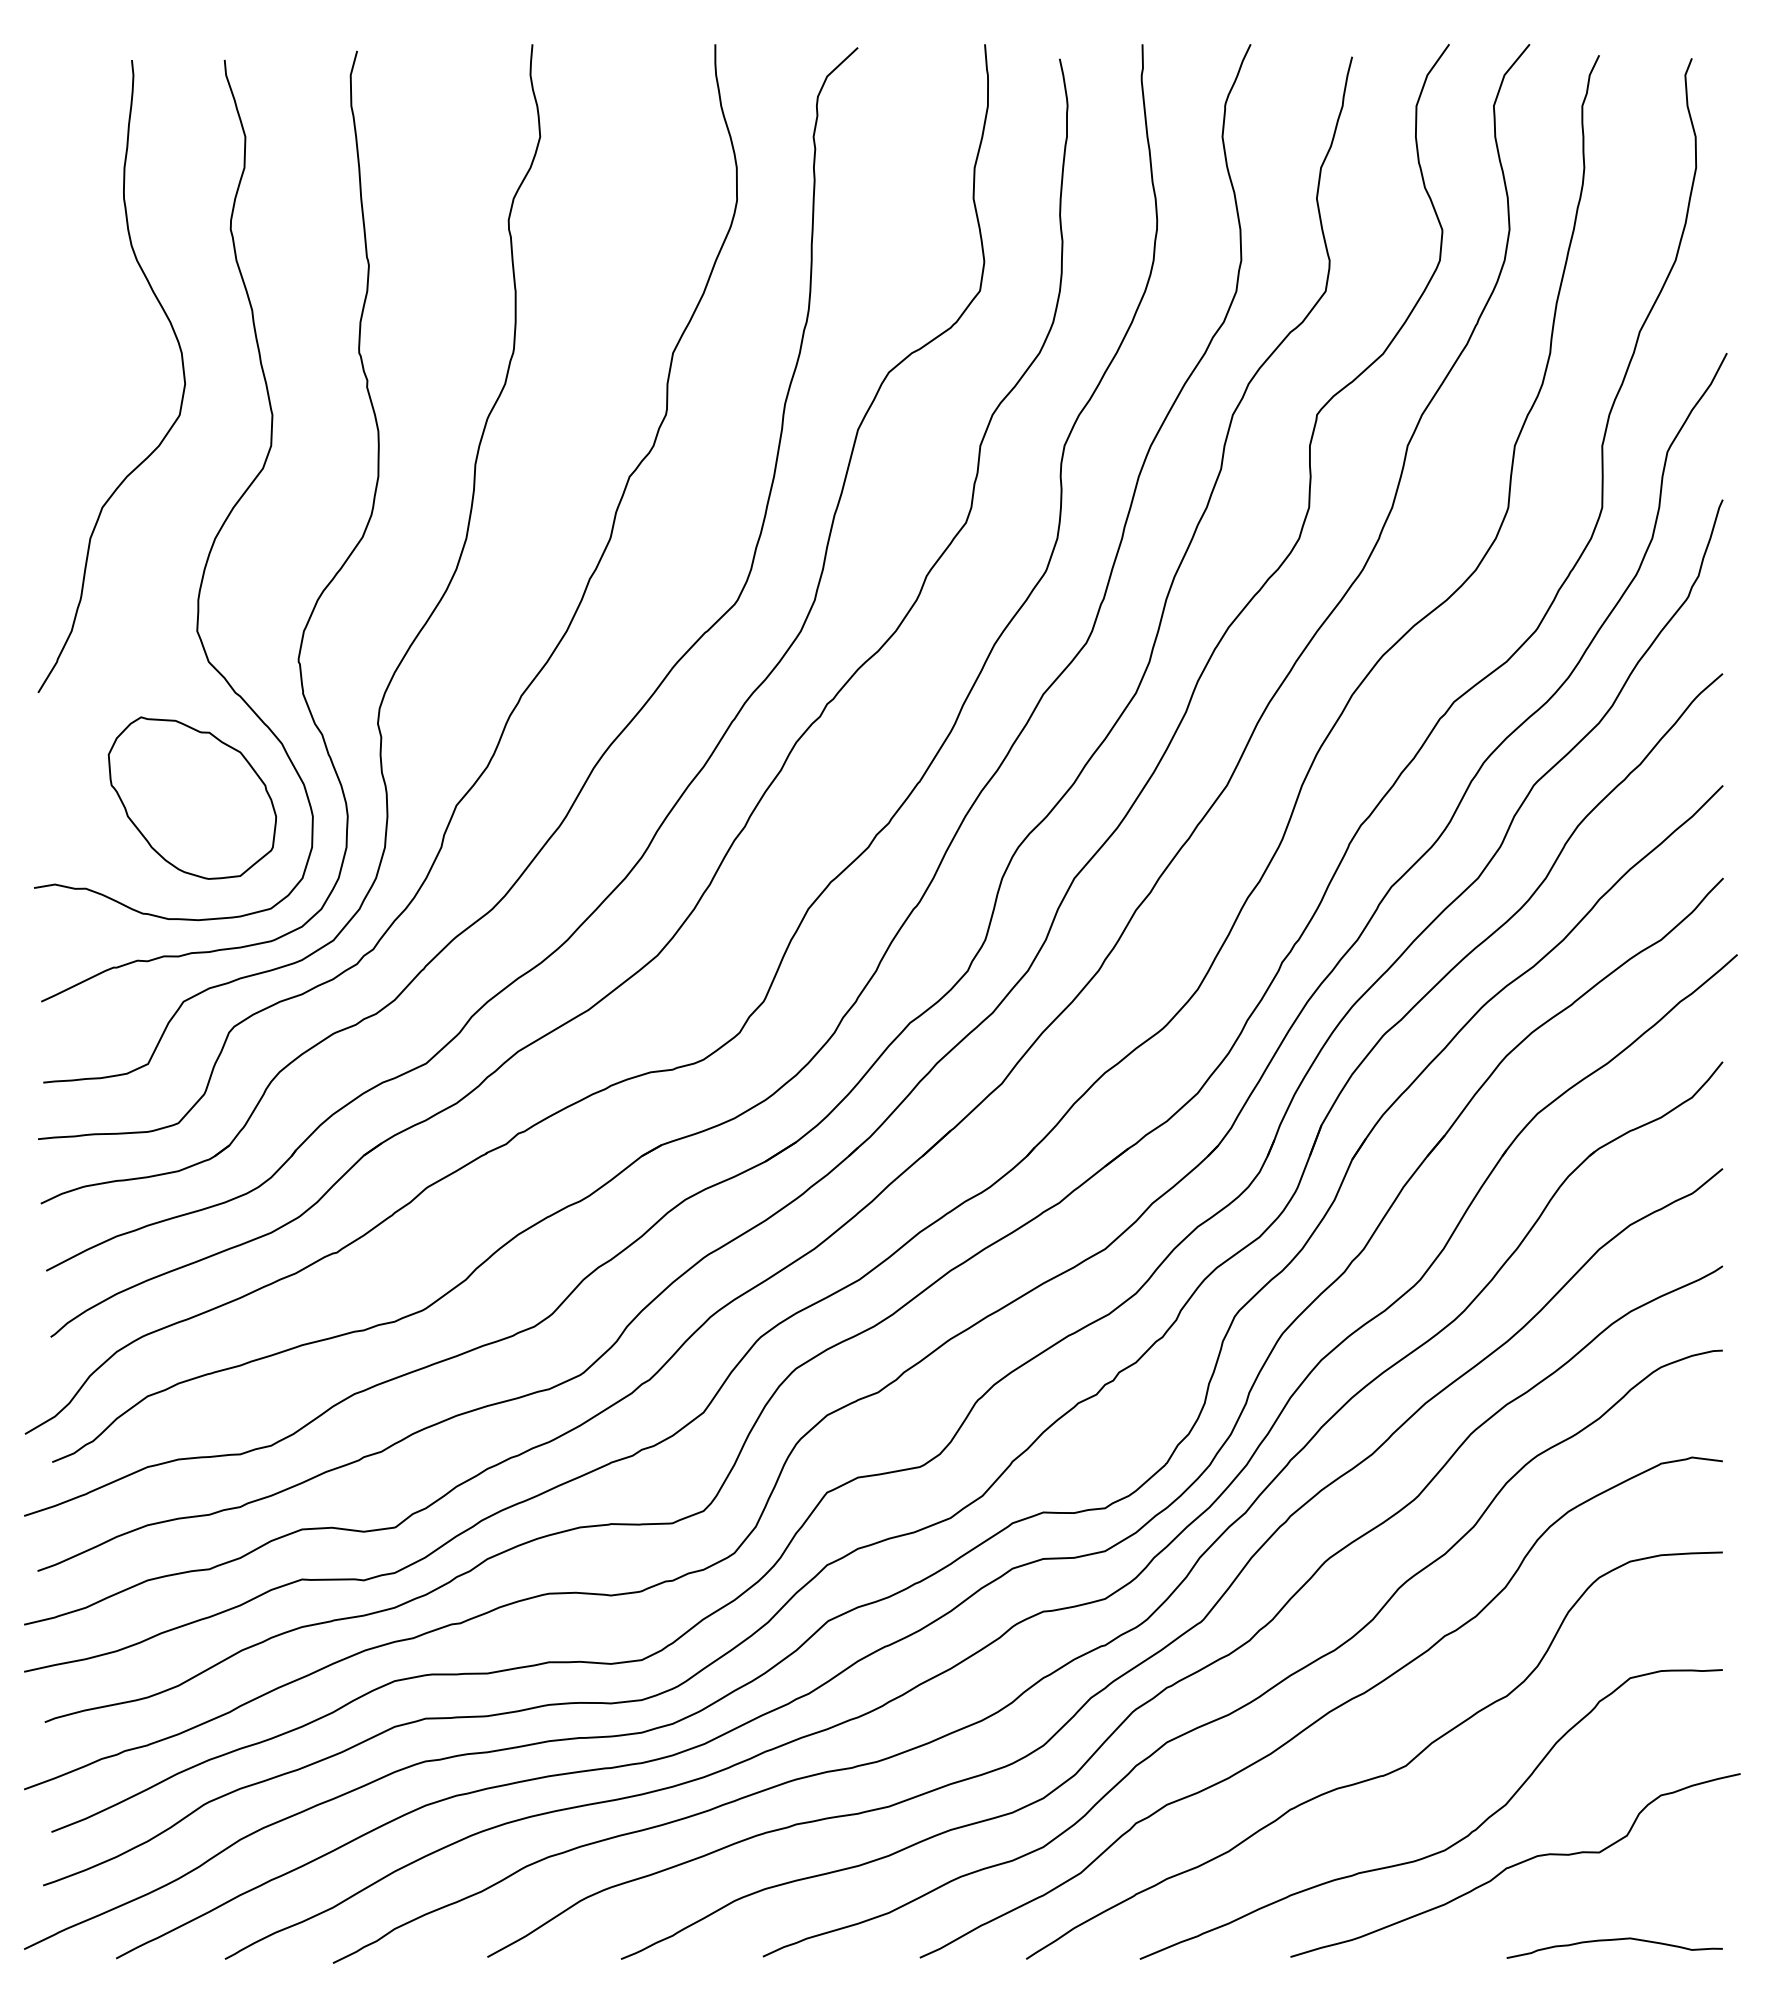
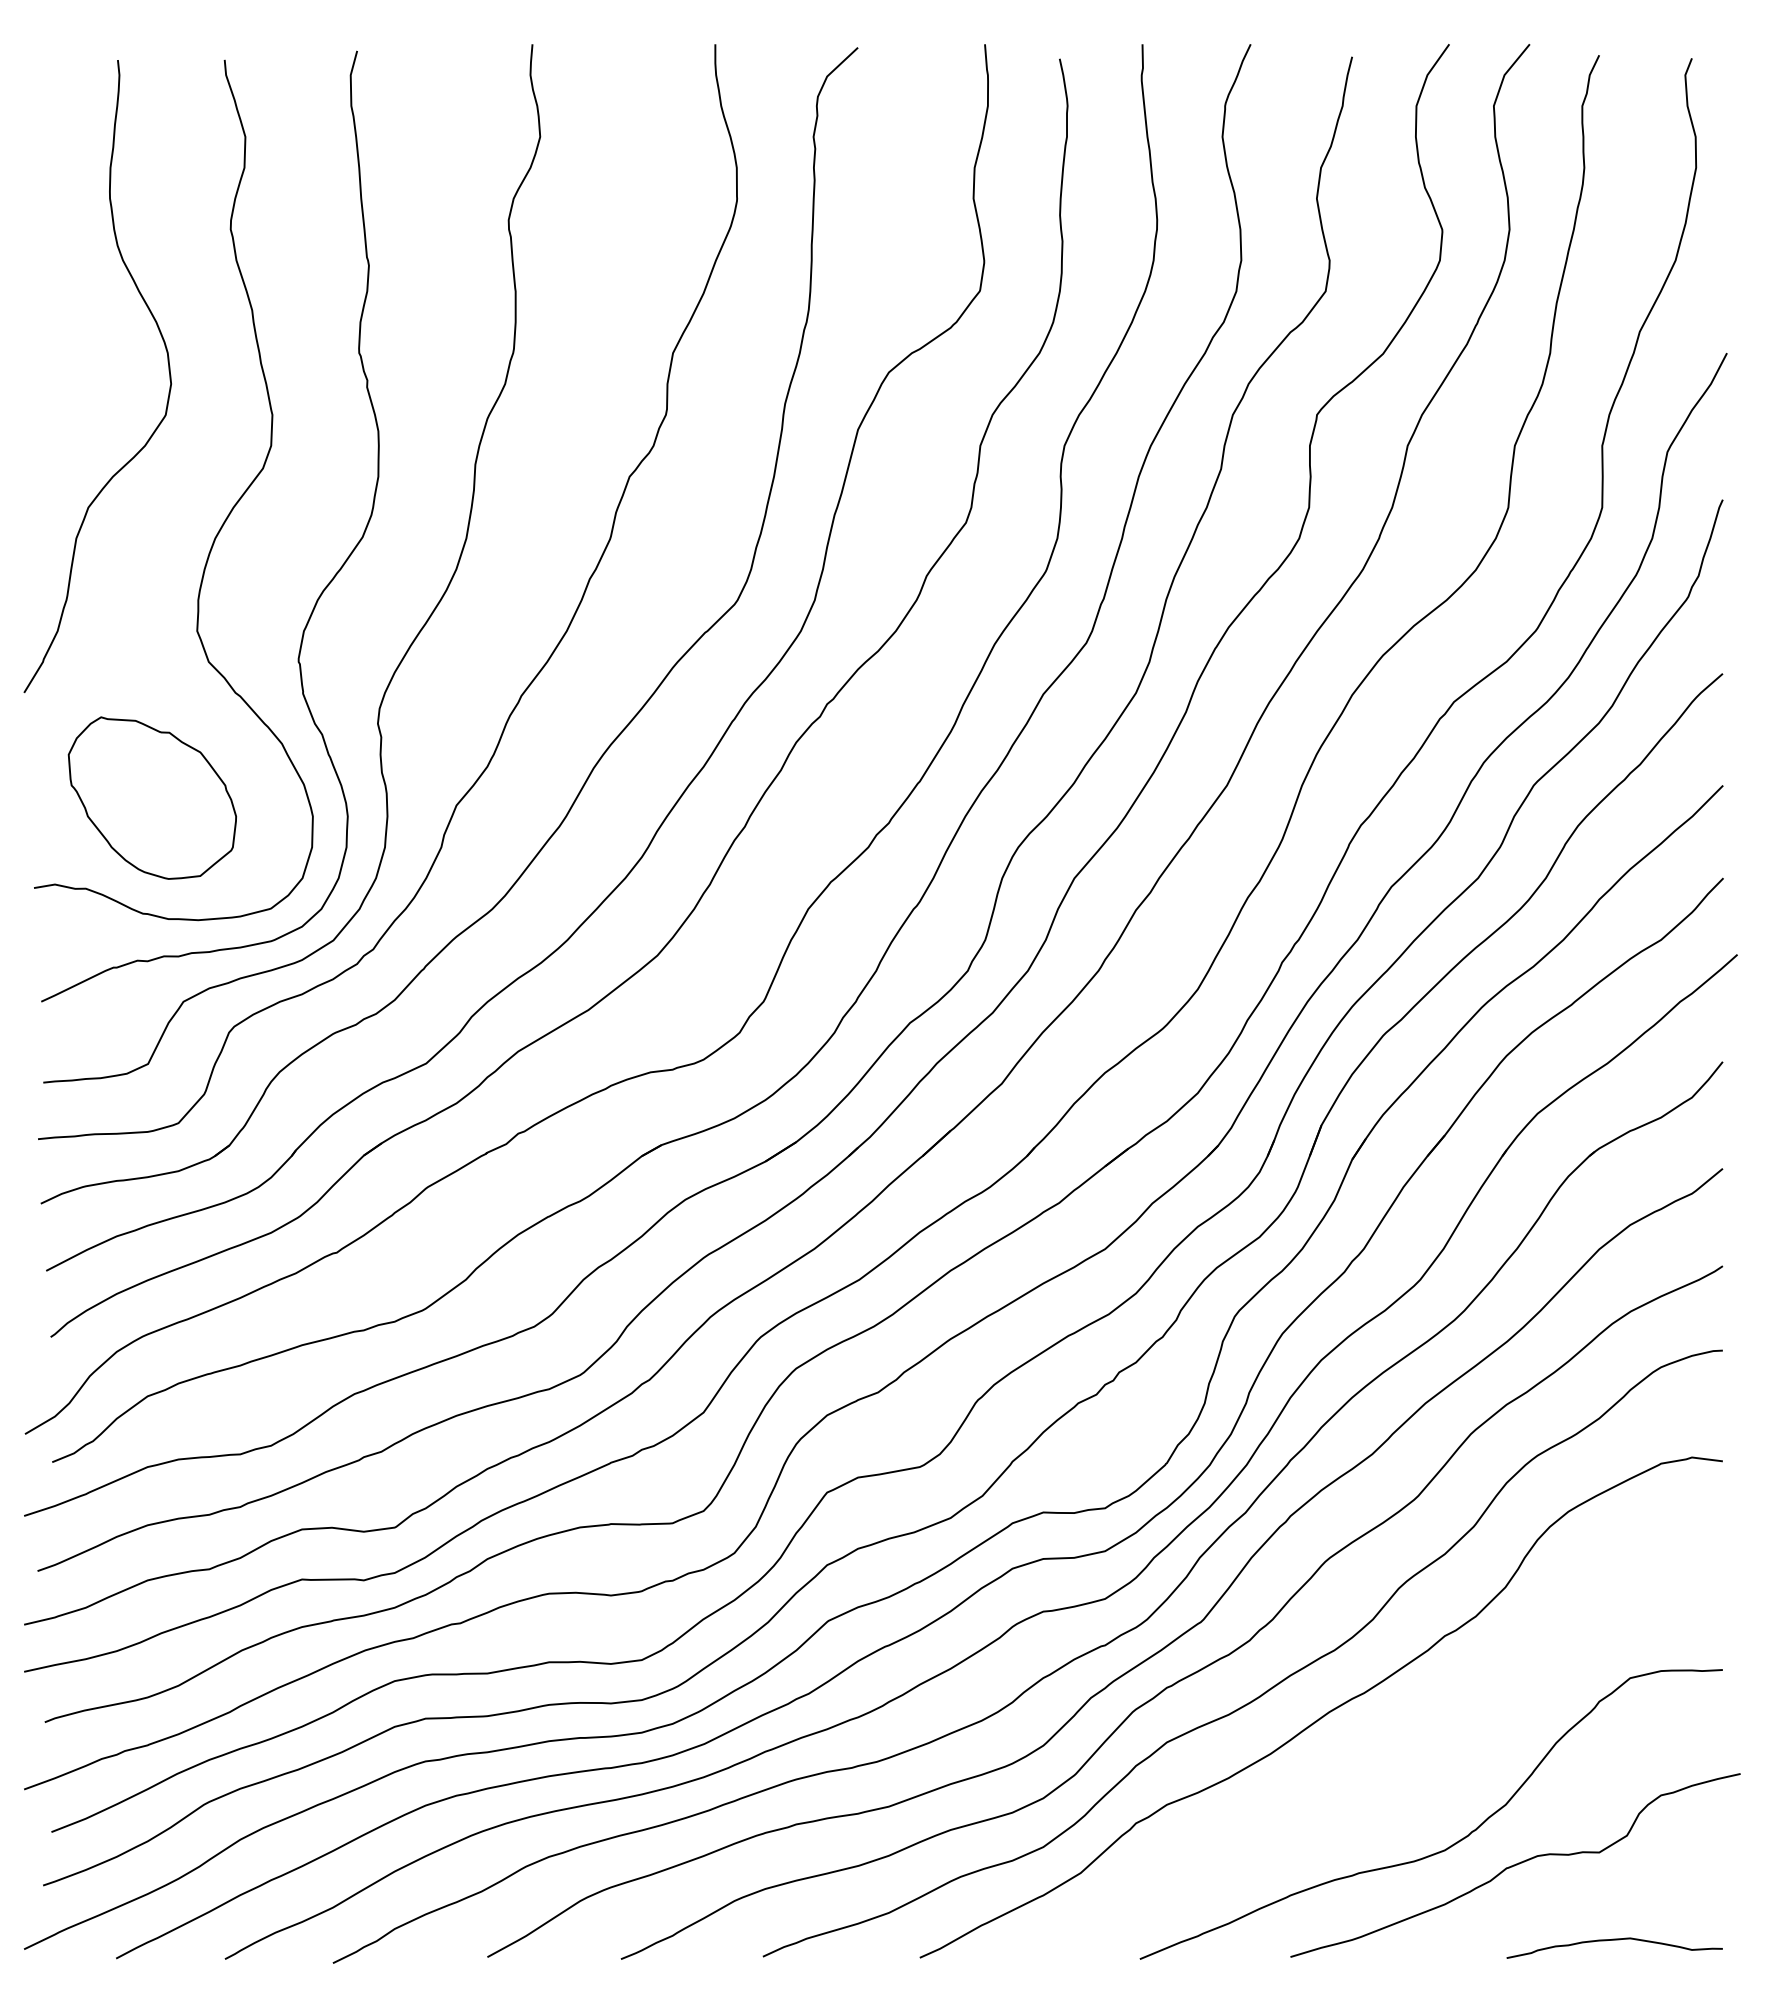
curve at (182, 371) position: (182, 371) -> (168, 371)
part at (191, 797) position: (191, 797) -> (151, 797)
curve at (1379, 1775): present -> none
